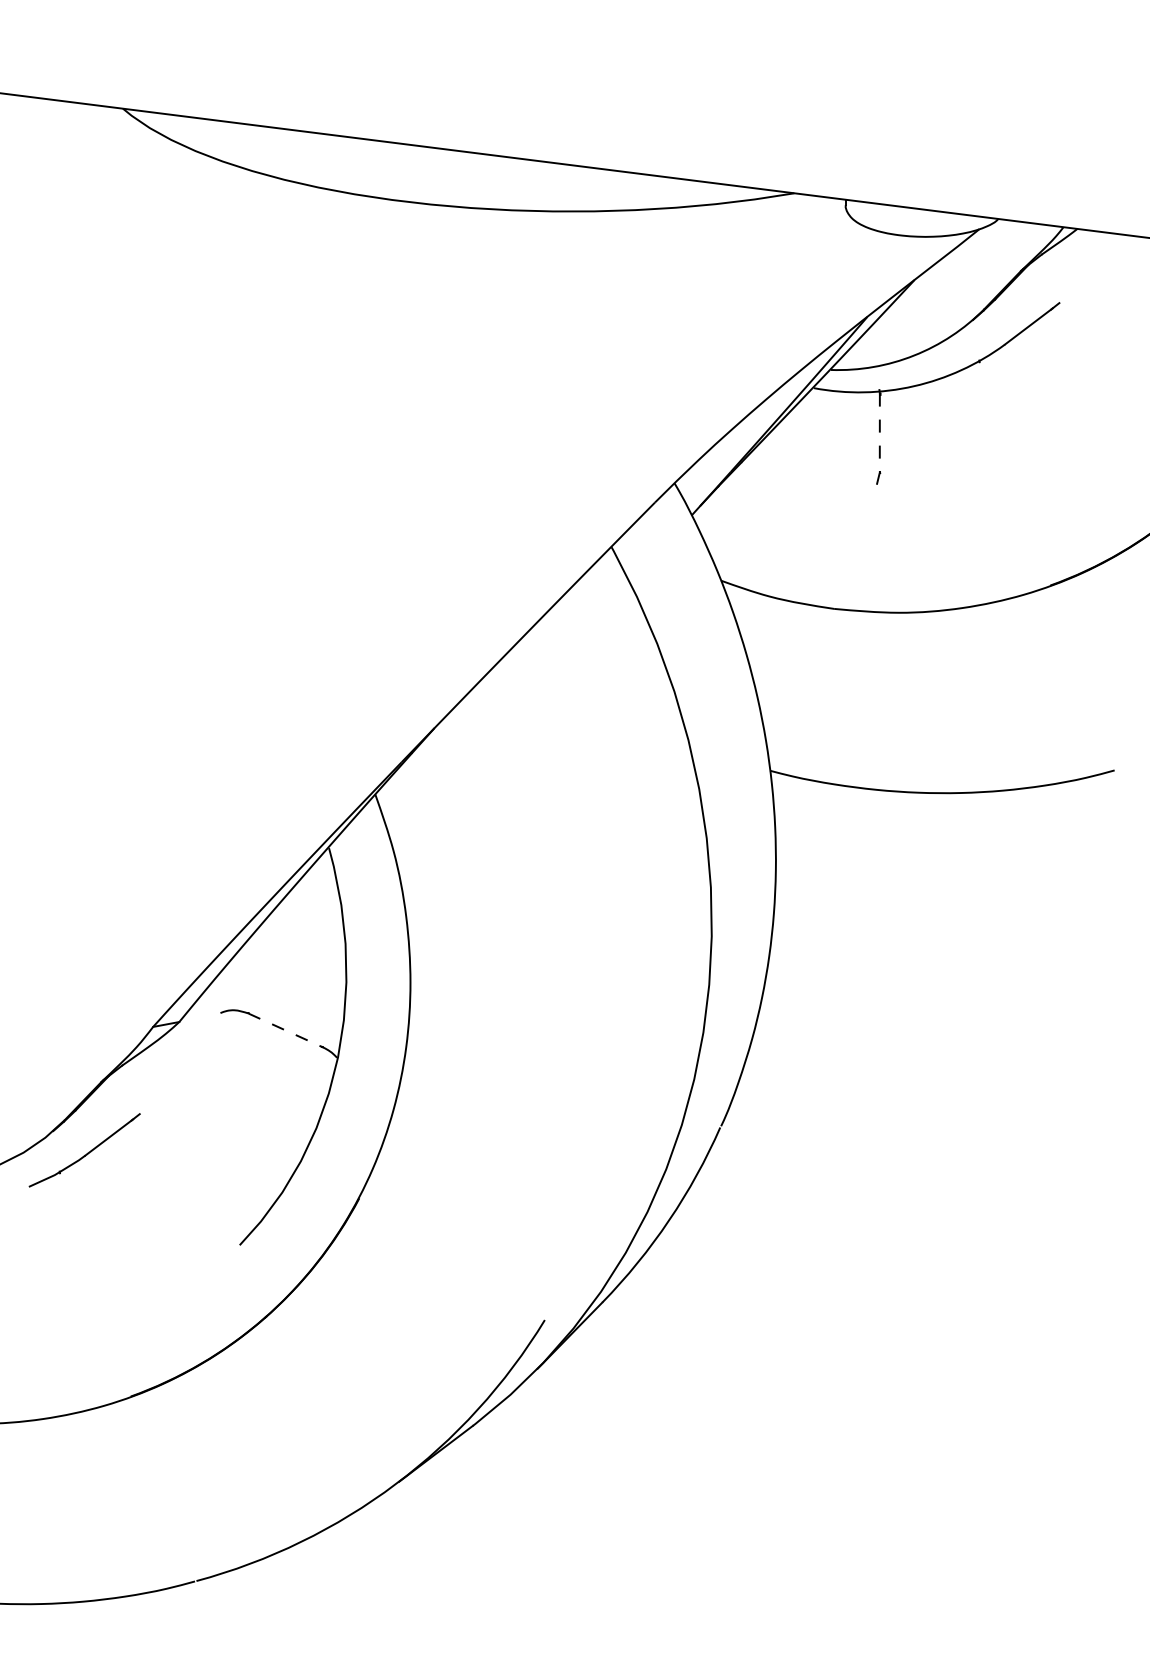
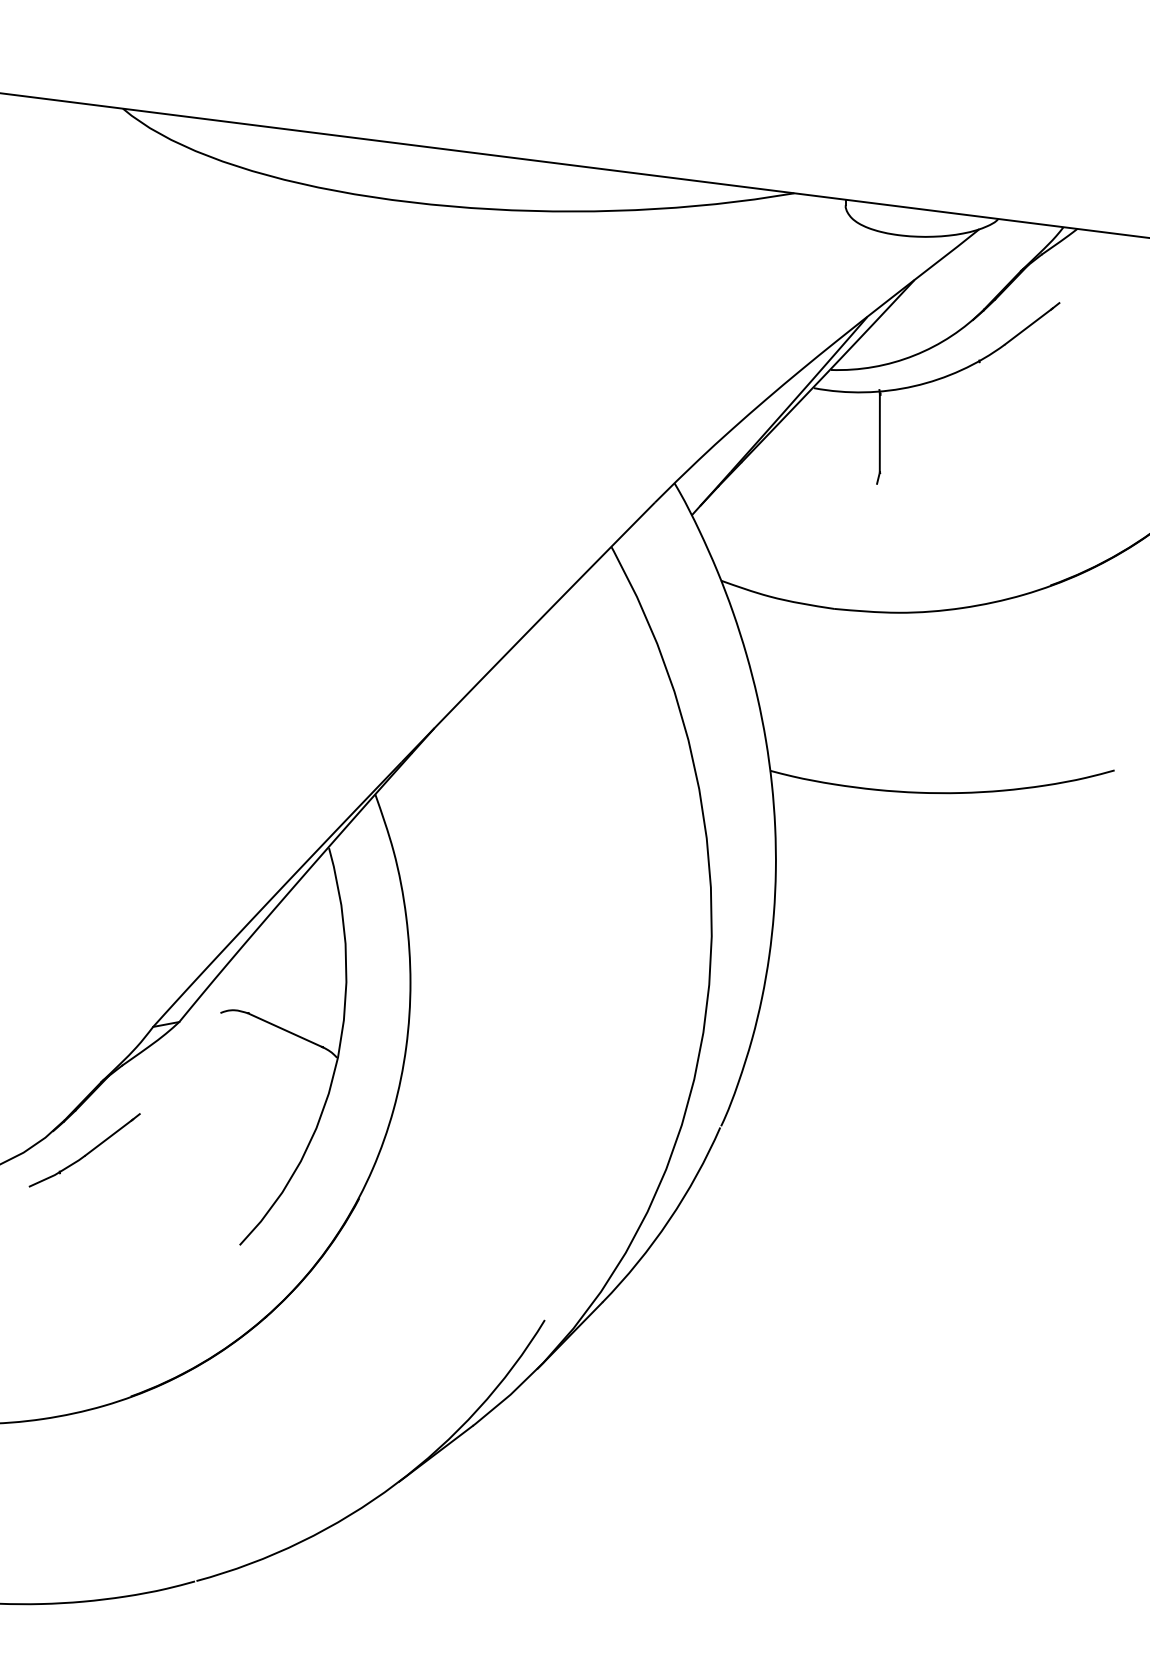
line at (879, 433): dashed -> solid
line at (285, 1030): dashed -> solid
